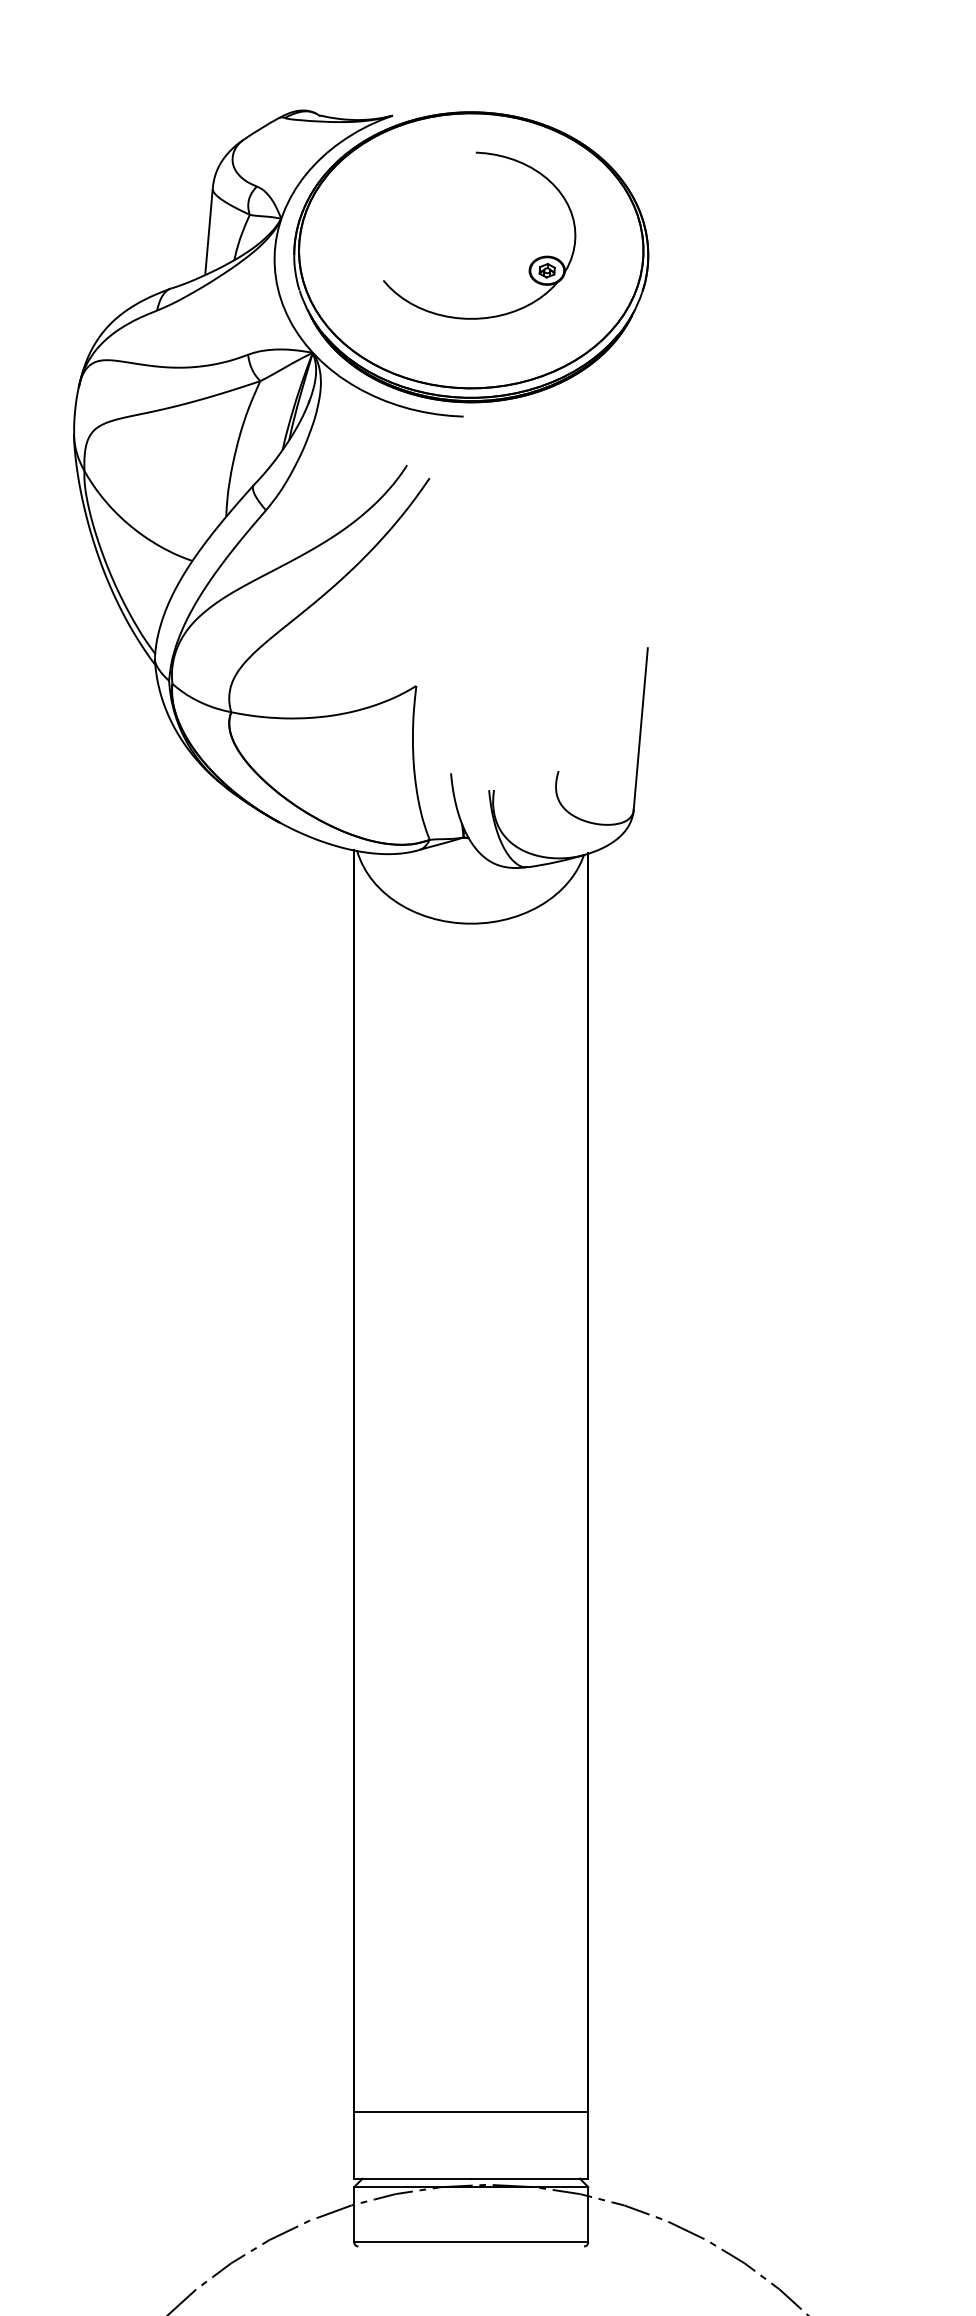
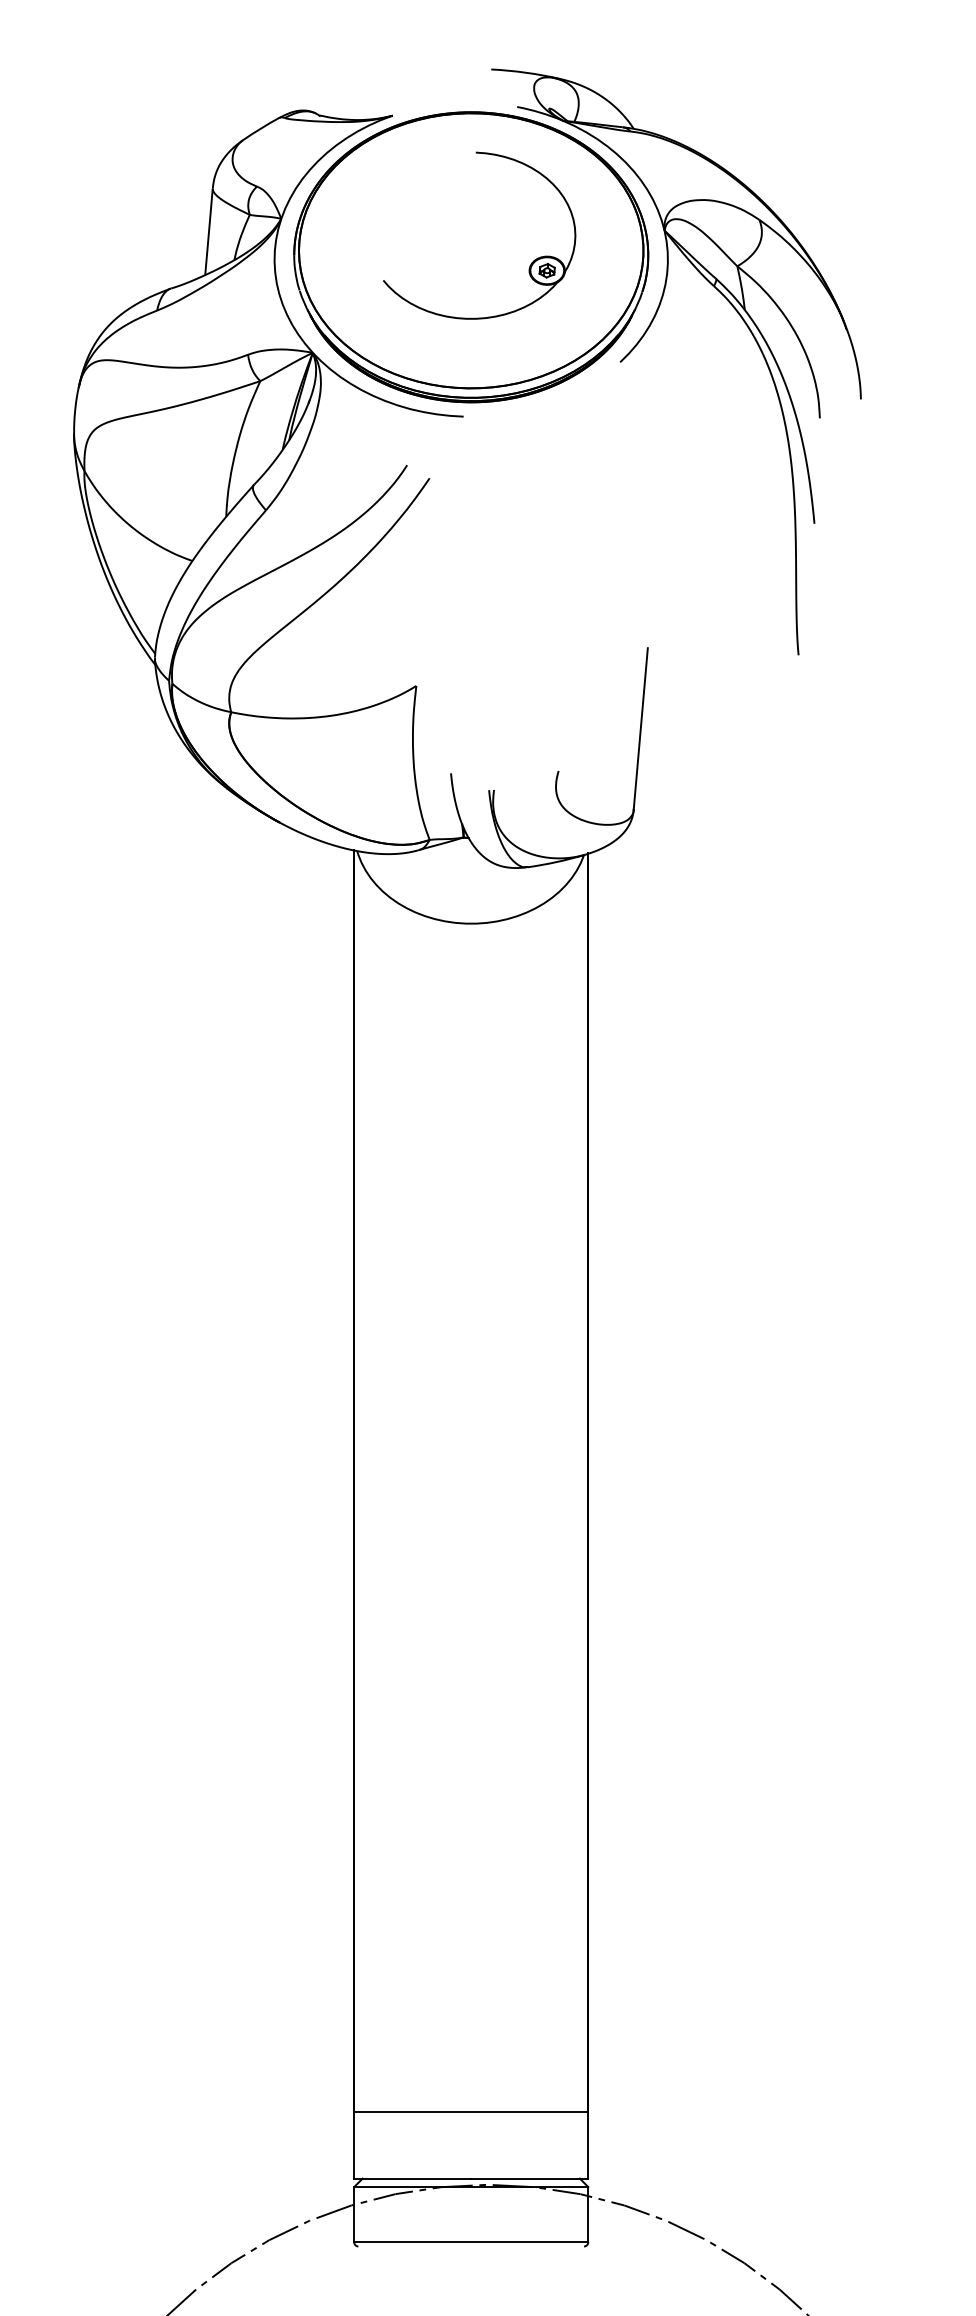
part at (643, 337): none -> present
